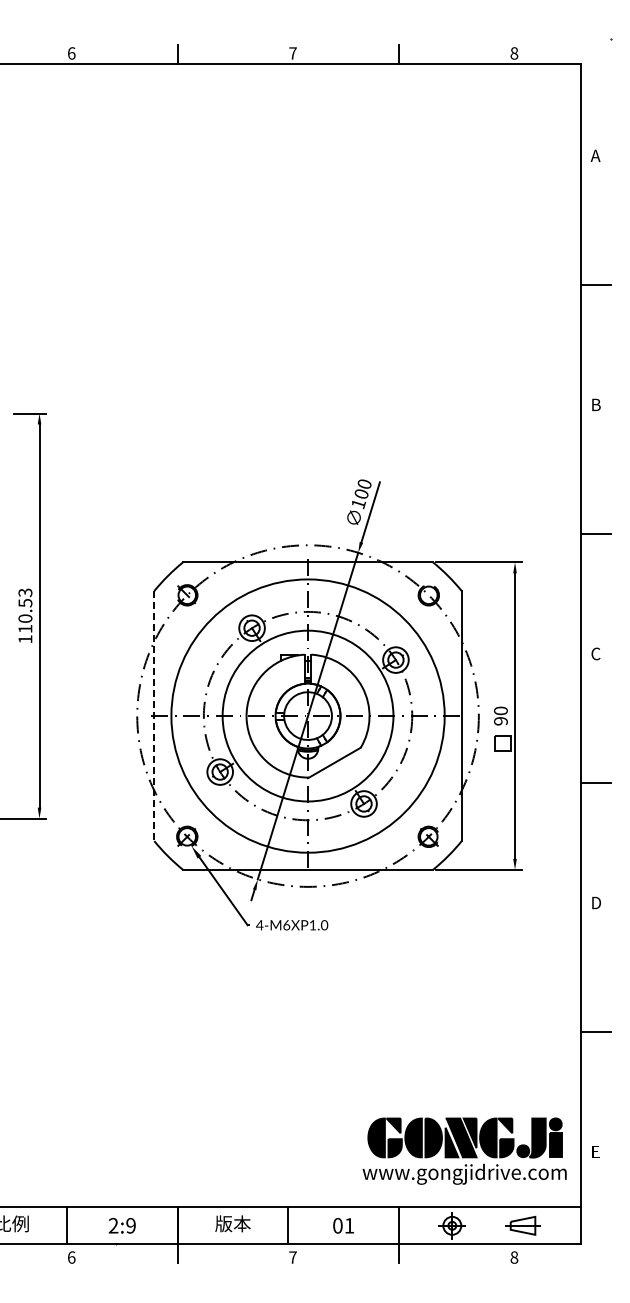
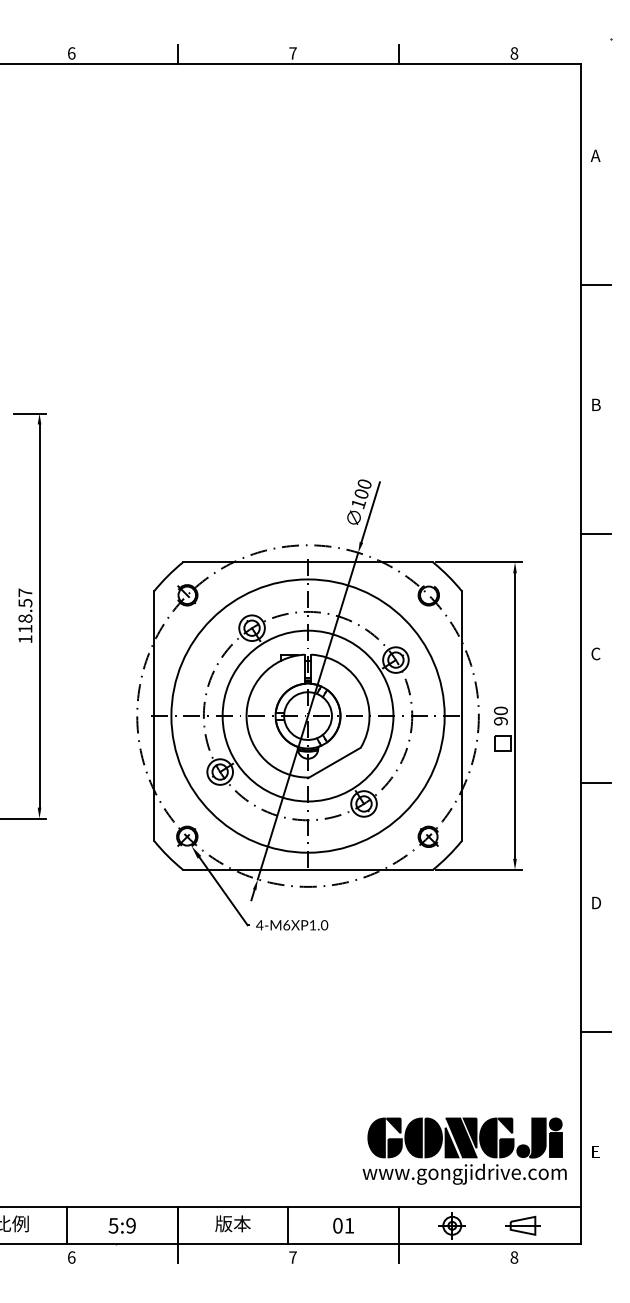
text at (25, 605): 110.53 -> 118.57
line at (154, 716): dashed -> solid
text at (113, 1225): 2:9 -> 5:9
